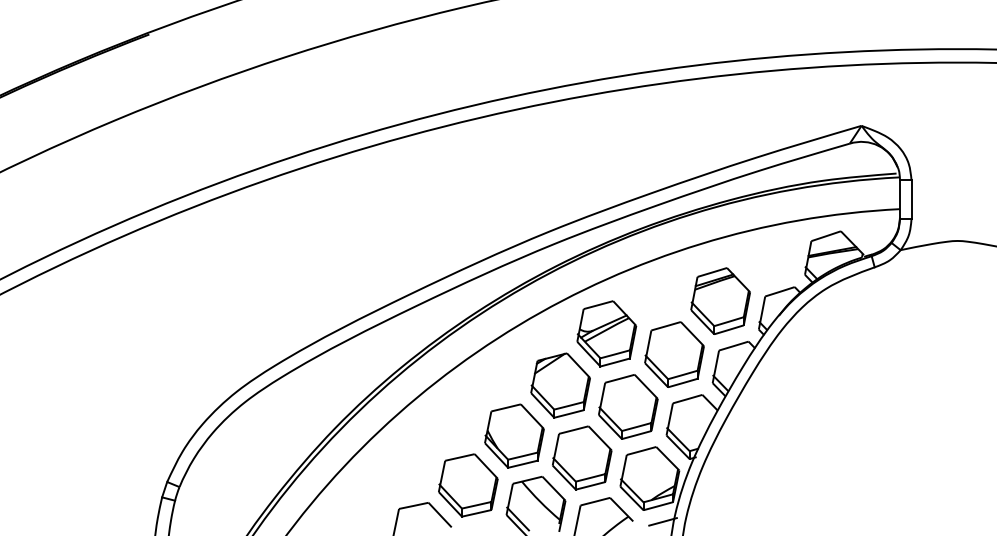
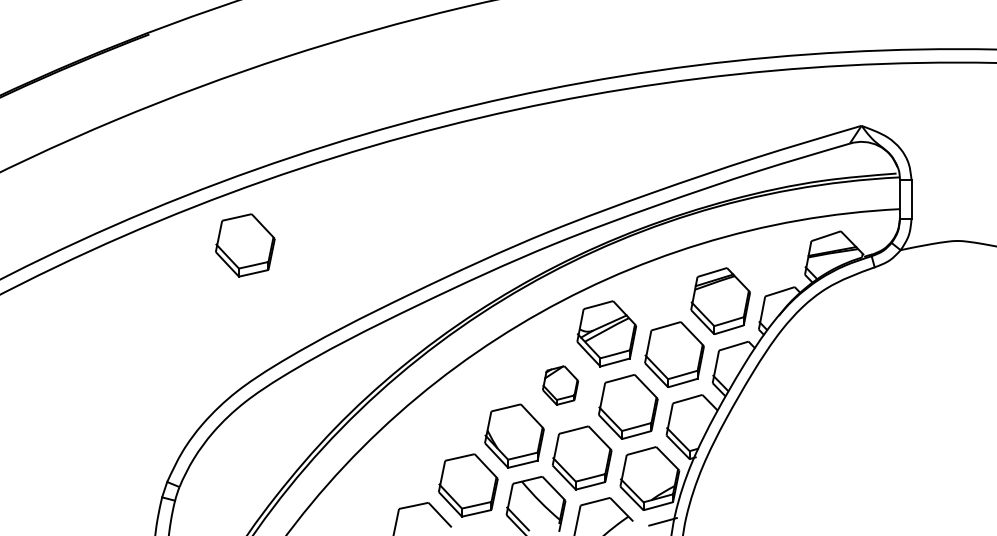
part at (245, 245): none -> present
part at (560, 385) size: 61x67 px -> 38x41 px
